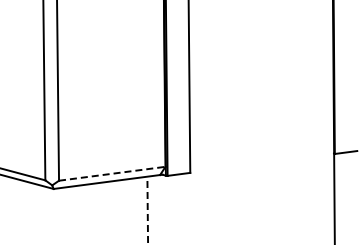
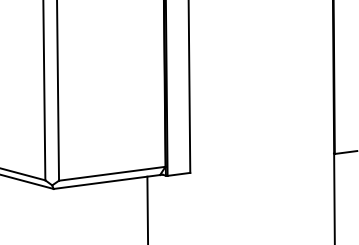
line at (112, 173): dashed -> solid
line at (147, 210): dashed -> solid
